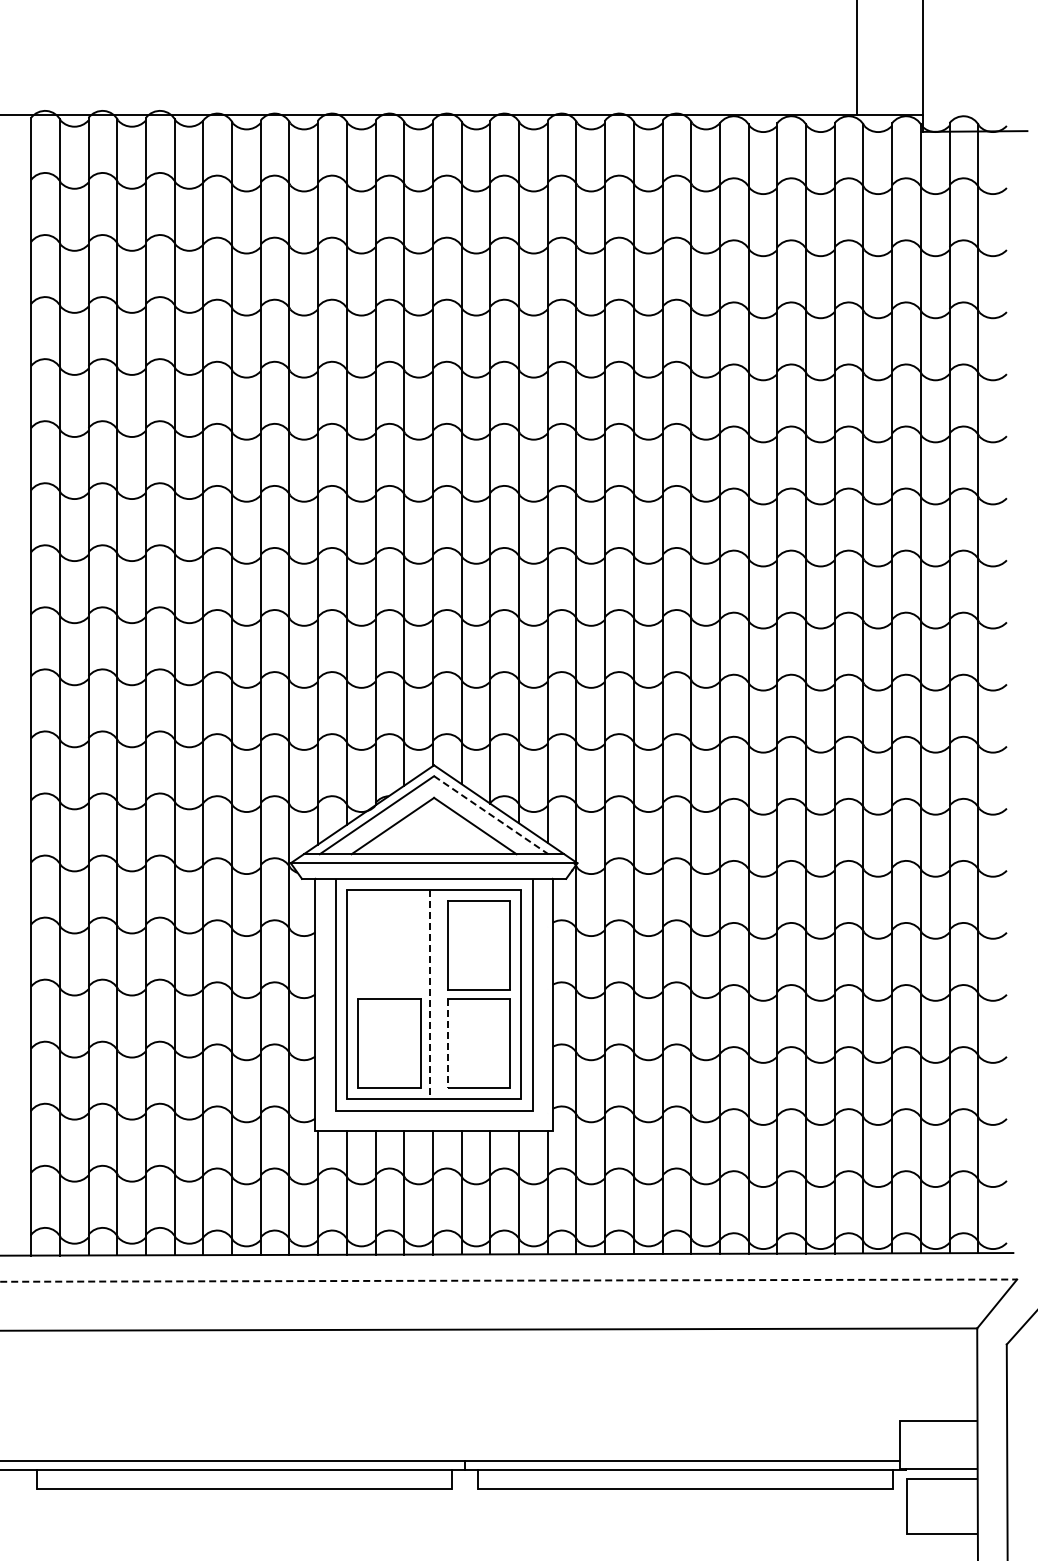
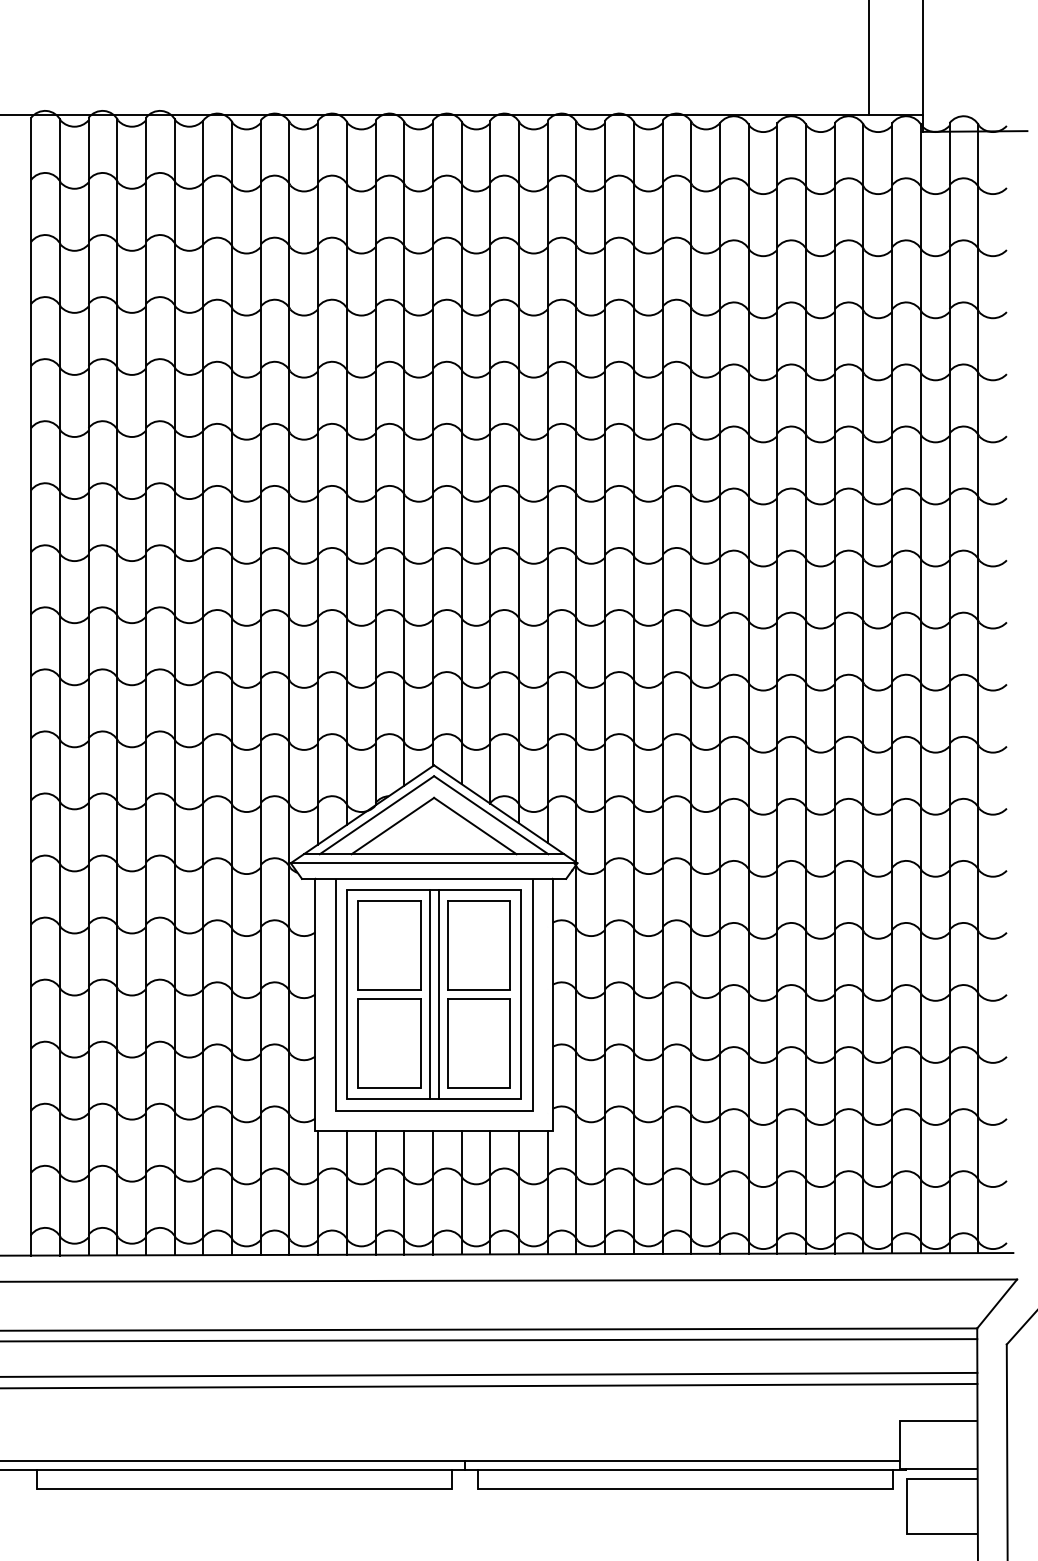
line at (857, 58) position: (857, 58) -> (869, 58)
line at (491, 815): dashed -> solid
part at (389, 945): none -> present
line at (429, 994): dashed -> solid
line at (438, 994): none -> present
line at (447, 1044): dashed -> solid
line at (509, 1280): dashed -> solid
line at (489, 1340): none -> present
line at (489, 1374): none -> present
line at (489, 1385): none -> present
